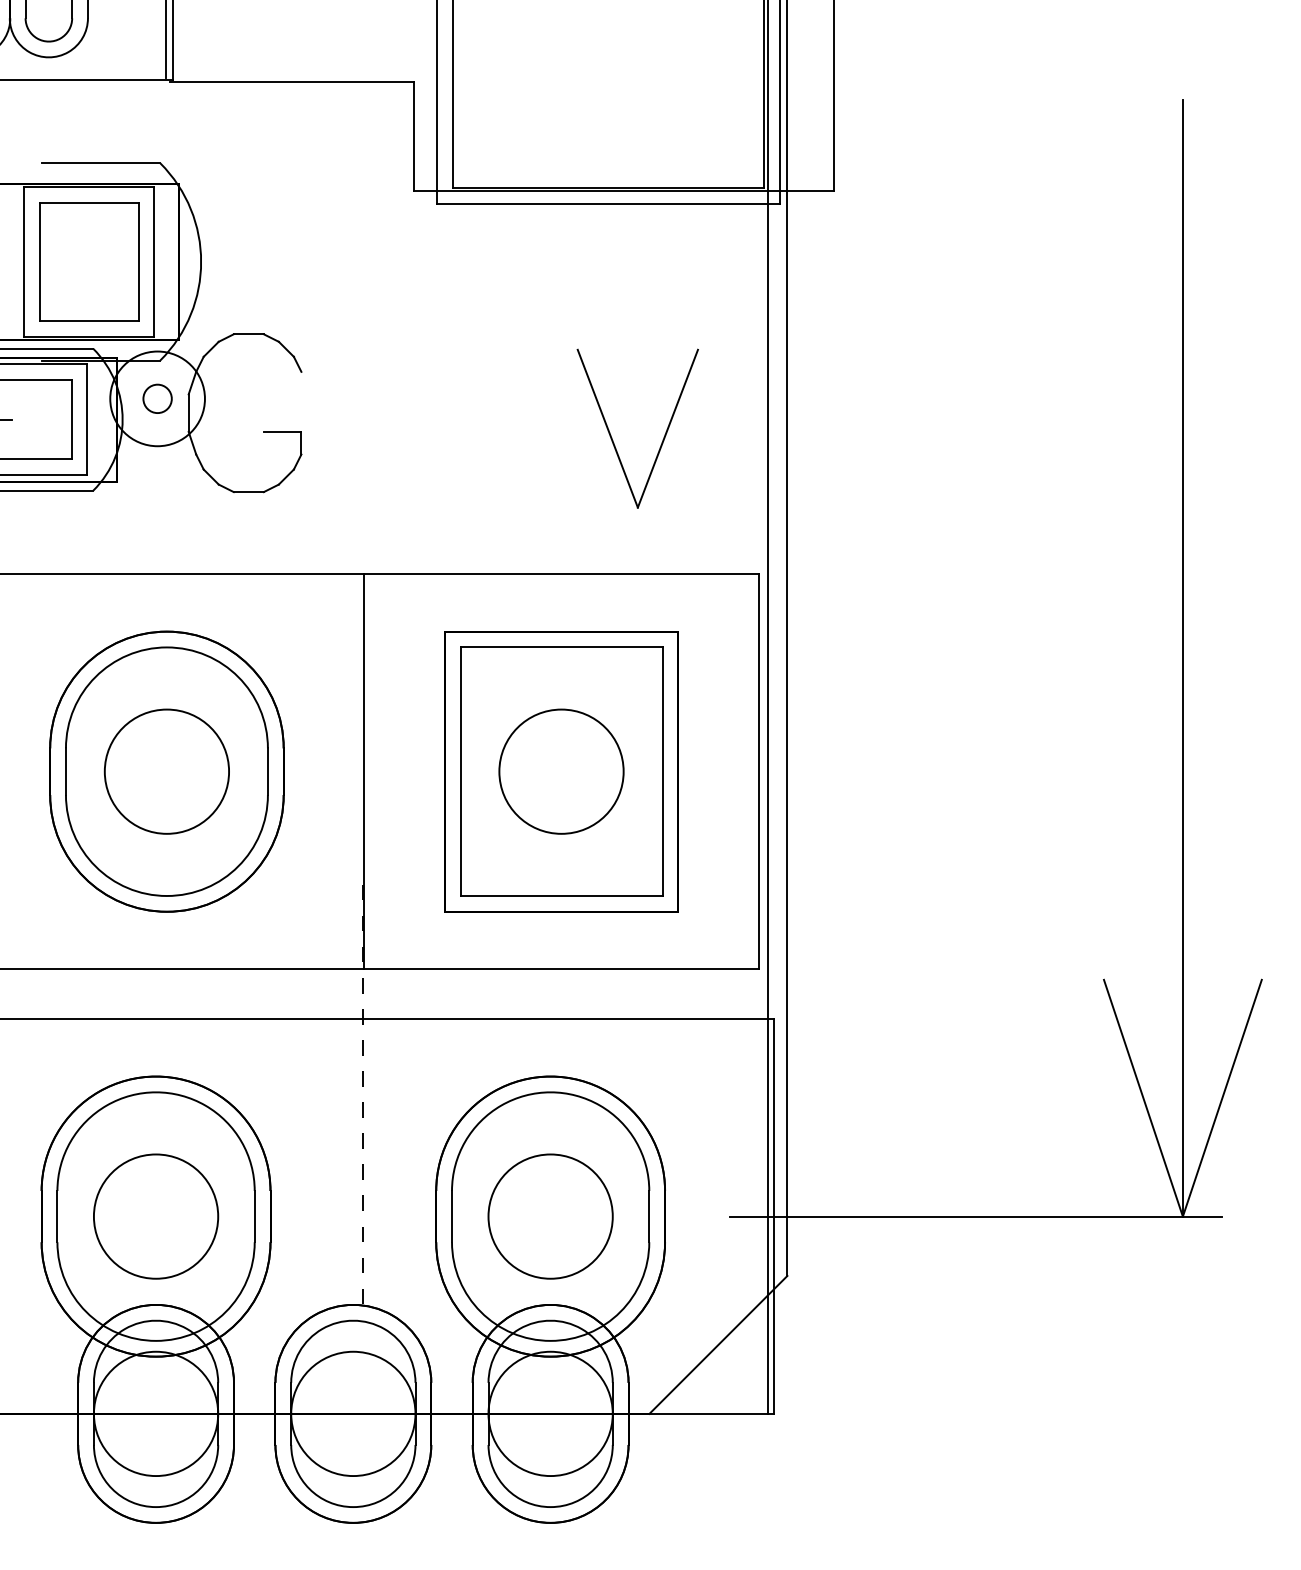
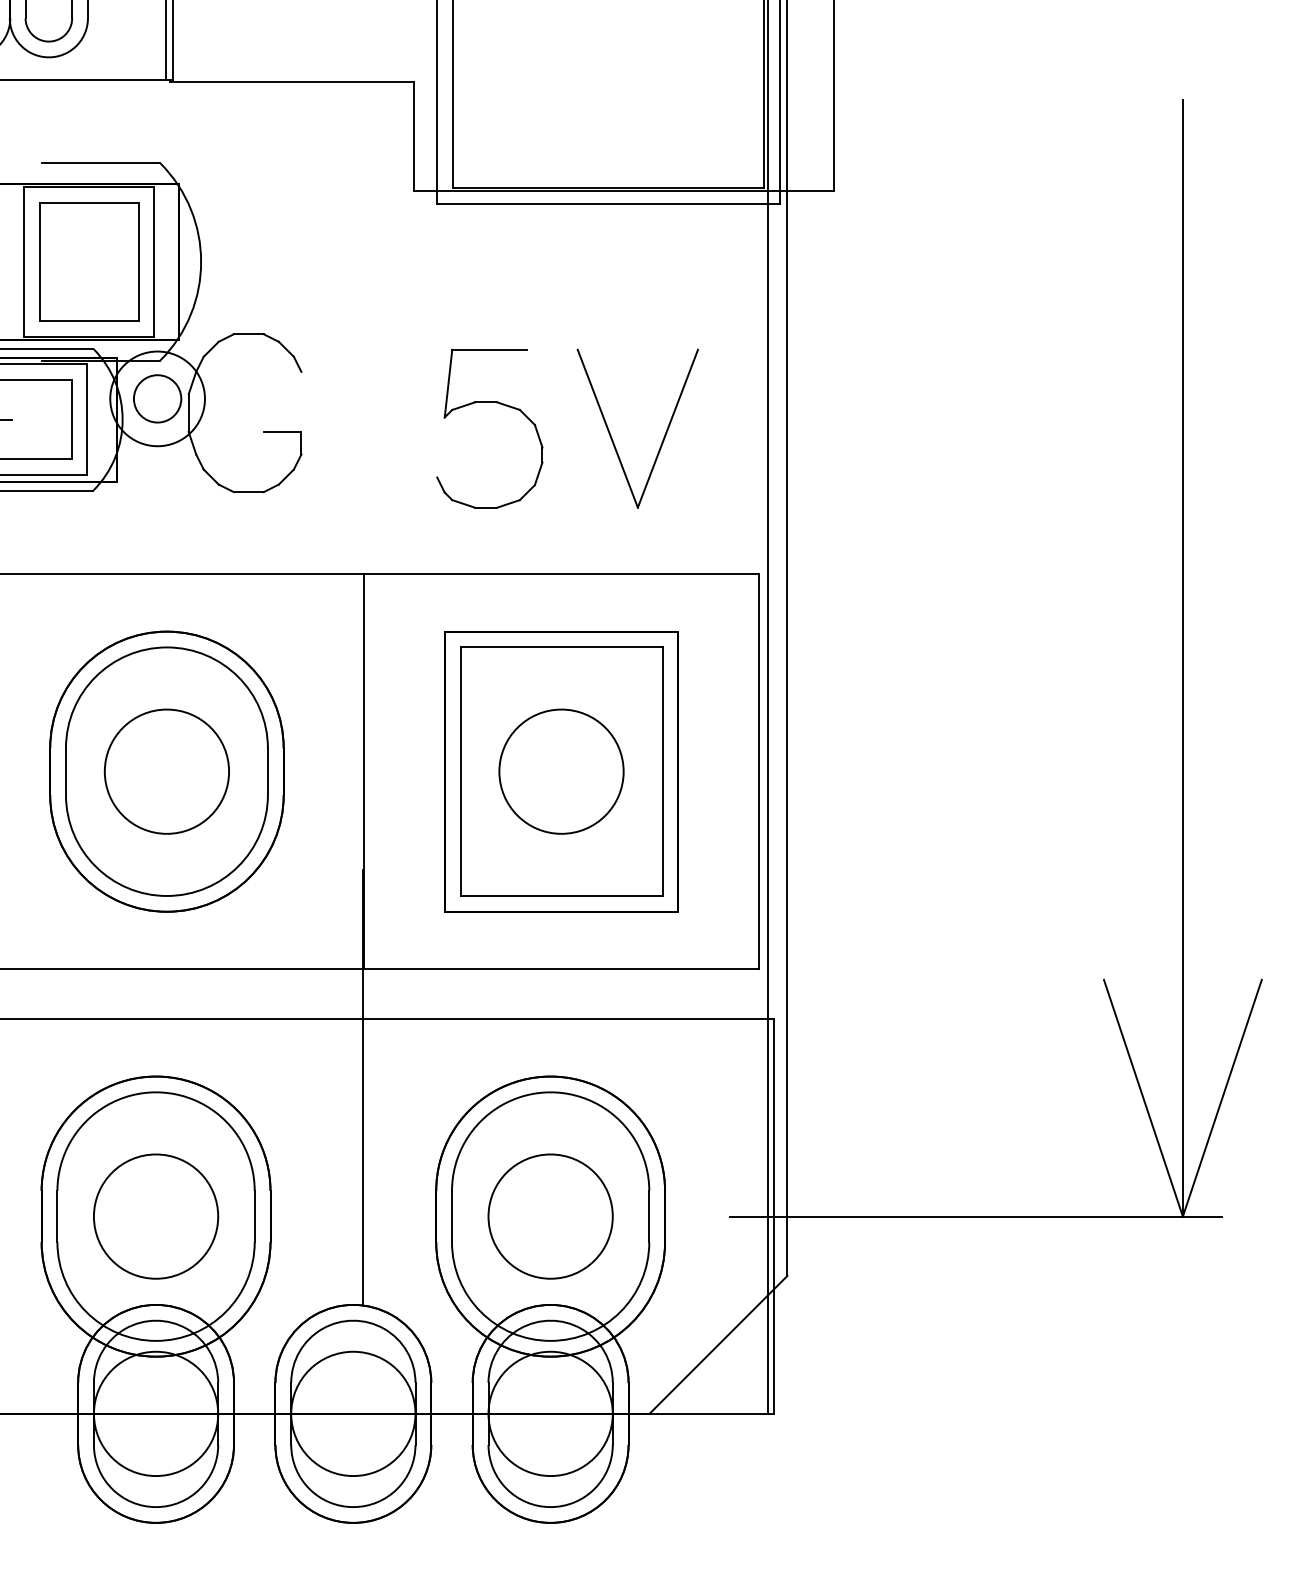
circle at (157, 398) diameter: 28 px -> 47 px
part at (496, 403): none -> present
line at (362, 1086): dashed -> solid
